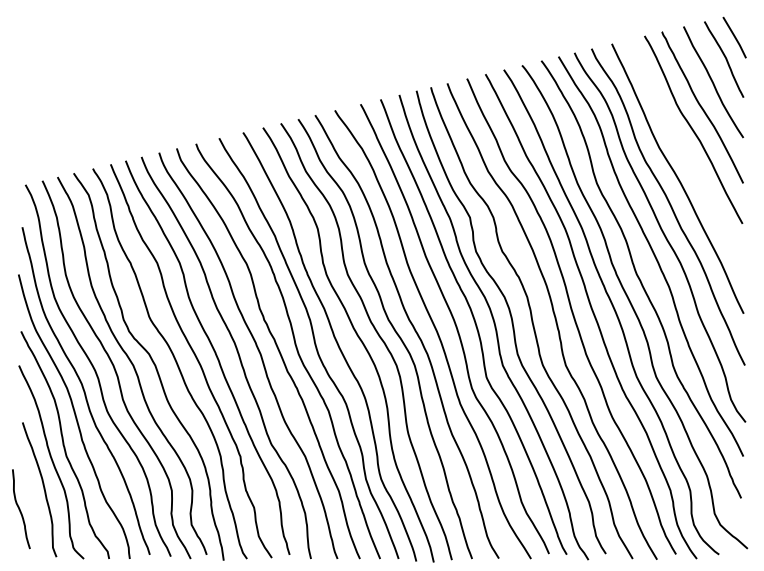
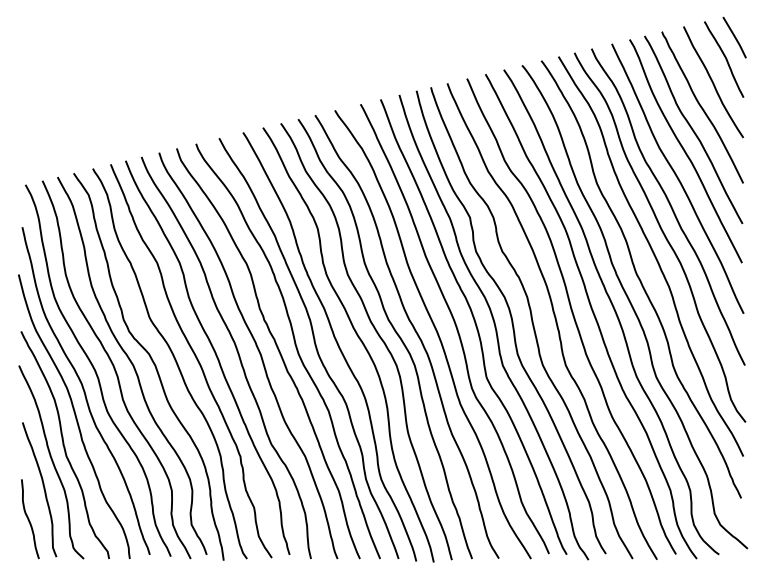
curve at (685, 151): none -> present
curve at (20, 509) position: (20, 509) -> (29, 519)
